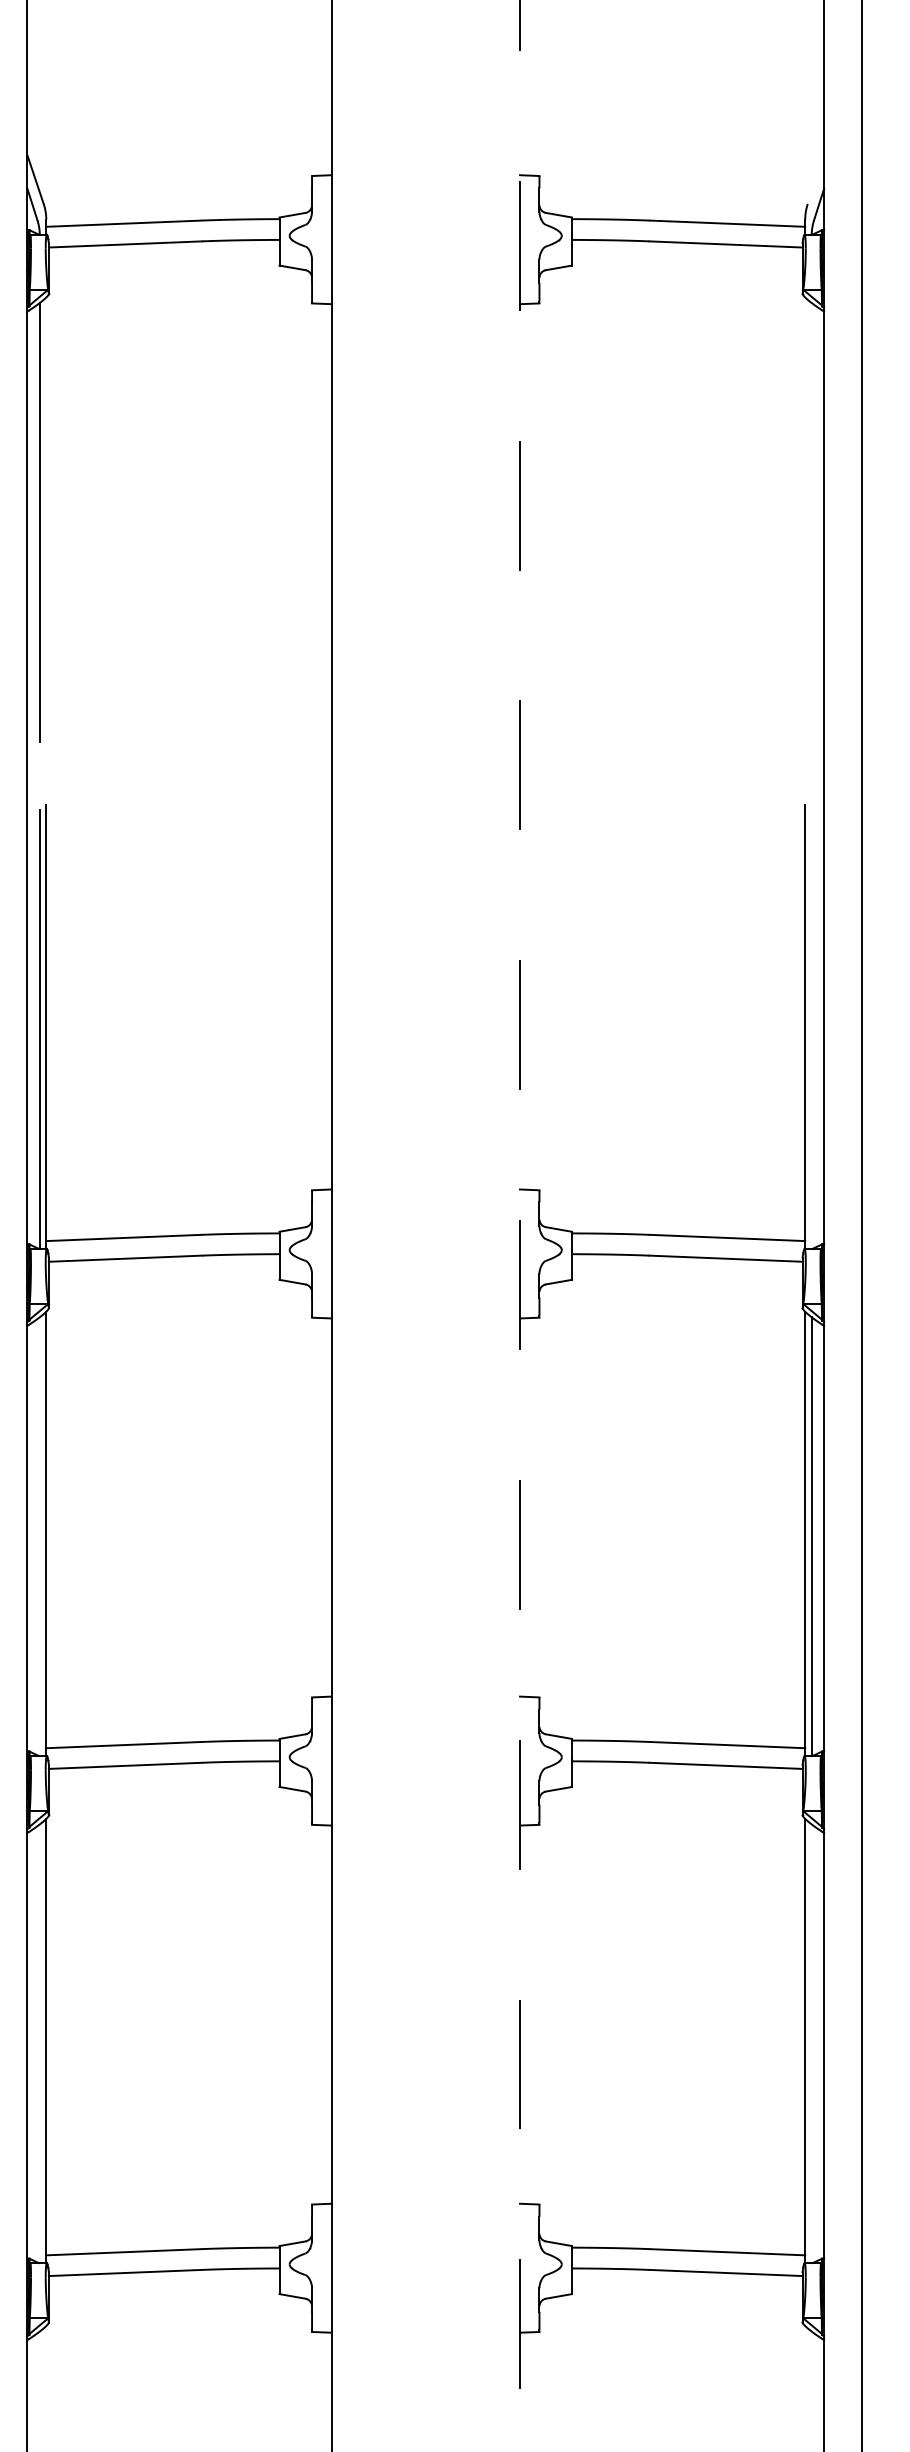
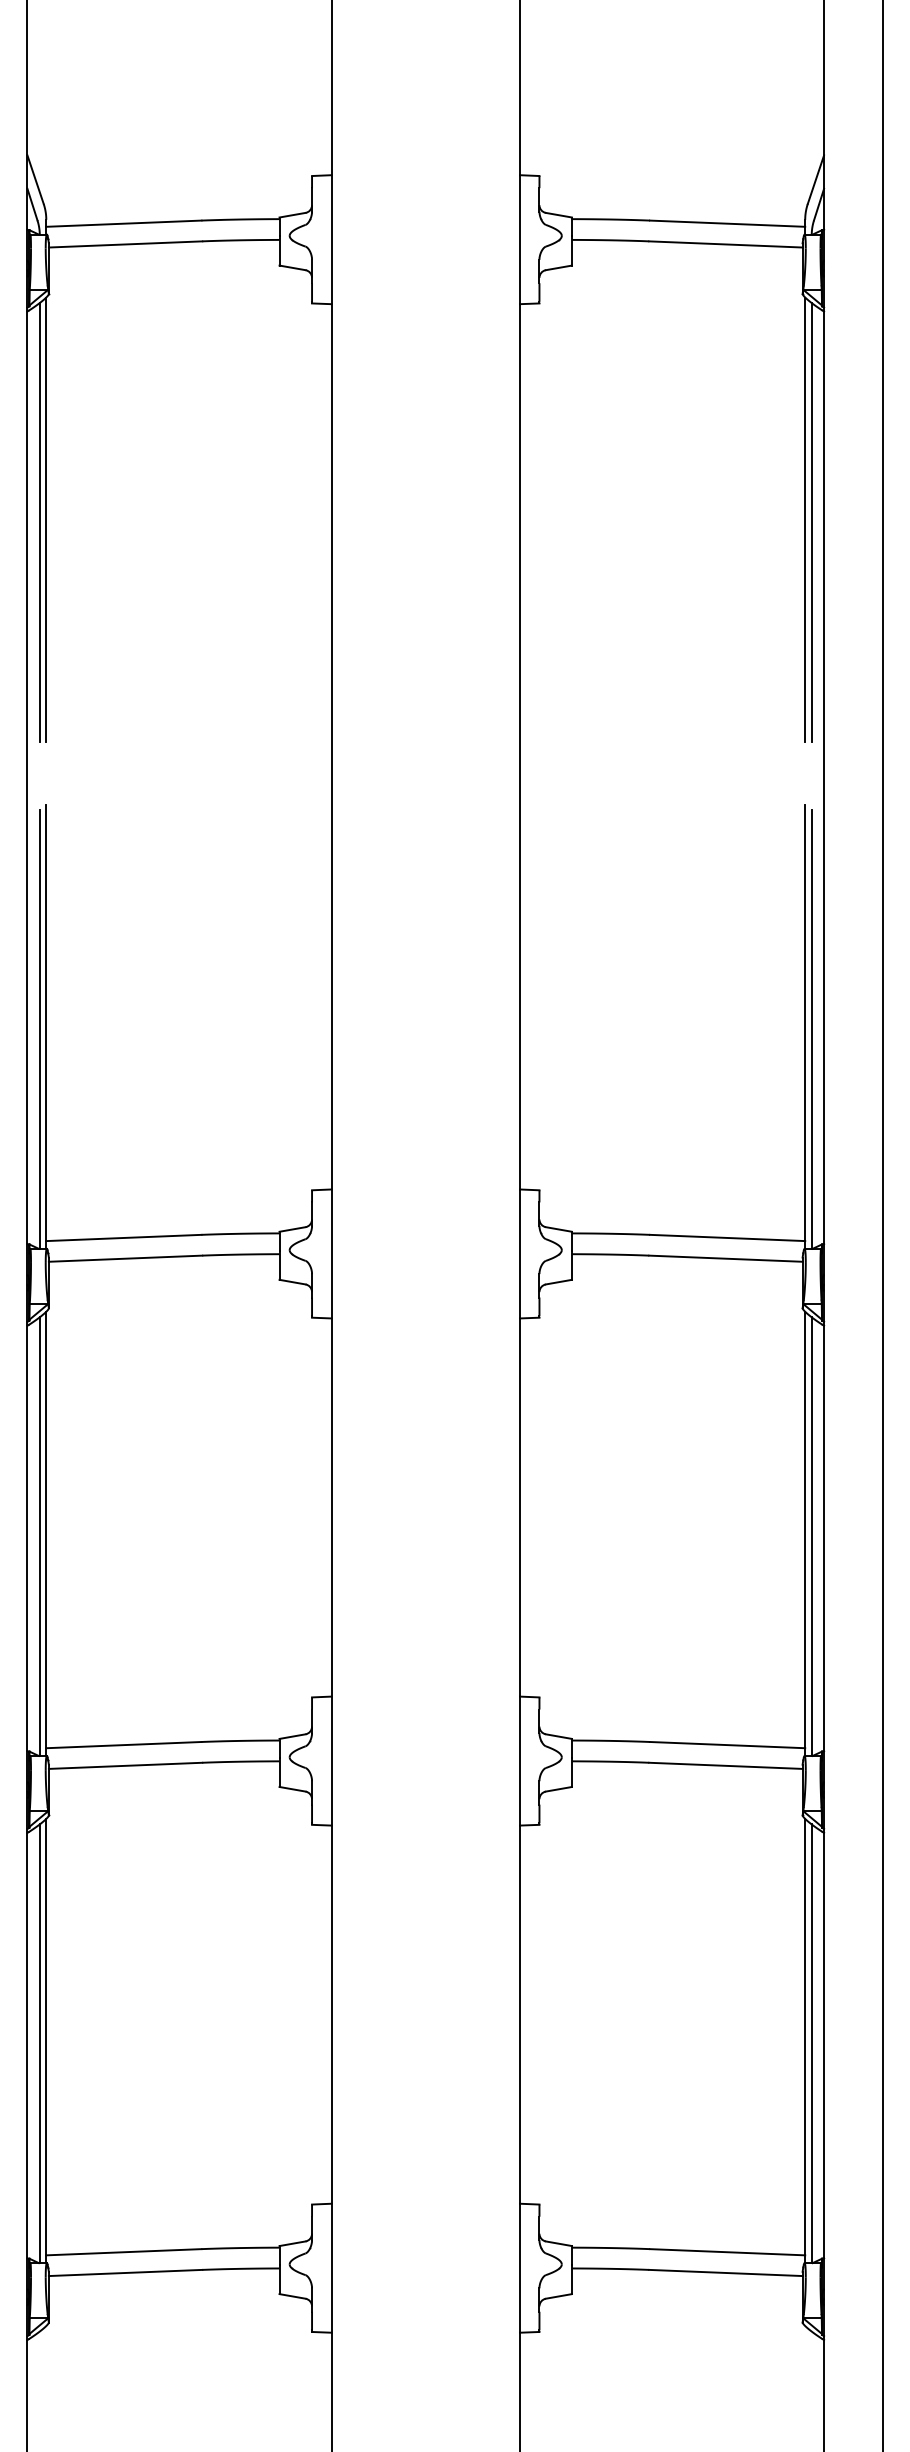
line at (815, 179): none -> present
line at (46, 519): none -> present
line at (805, 519): none -> present
line at (811, 522): none -> present
line at (811, 1029): none -> present
line at (519, 1225): dashed -> solid
line at (861, 1225) position: (861, 1225) -> (882, 1225)
line at (39, 1536): none -> present
line at (39, 2043): none -> present
line at (811, 2043): none -> present
